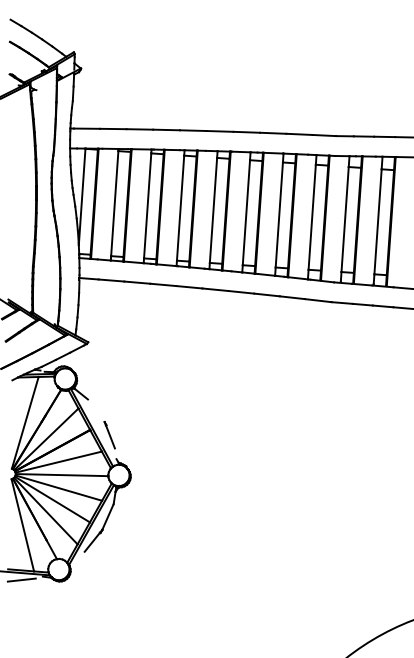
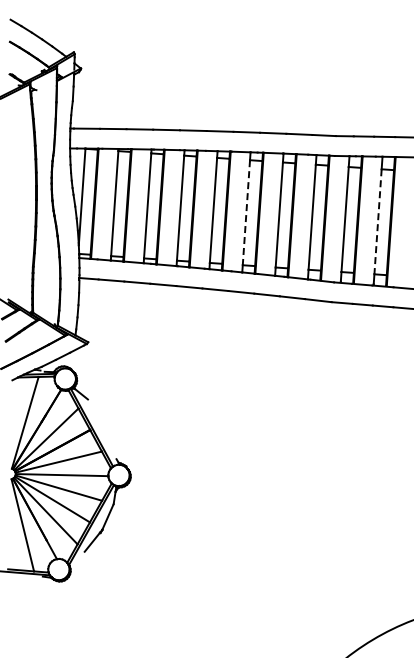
line at (246, 212): solid -> dashed
line at (378, 221): solid -> dashed
line at (109, 435): present -> none
line at (21, 579): present -> none
